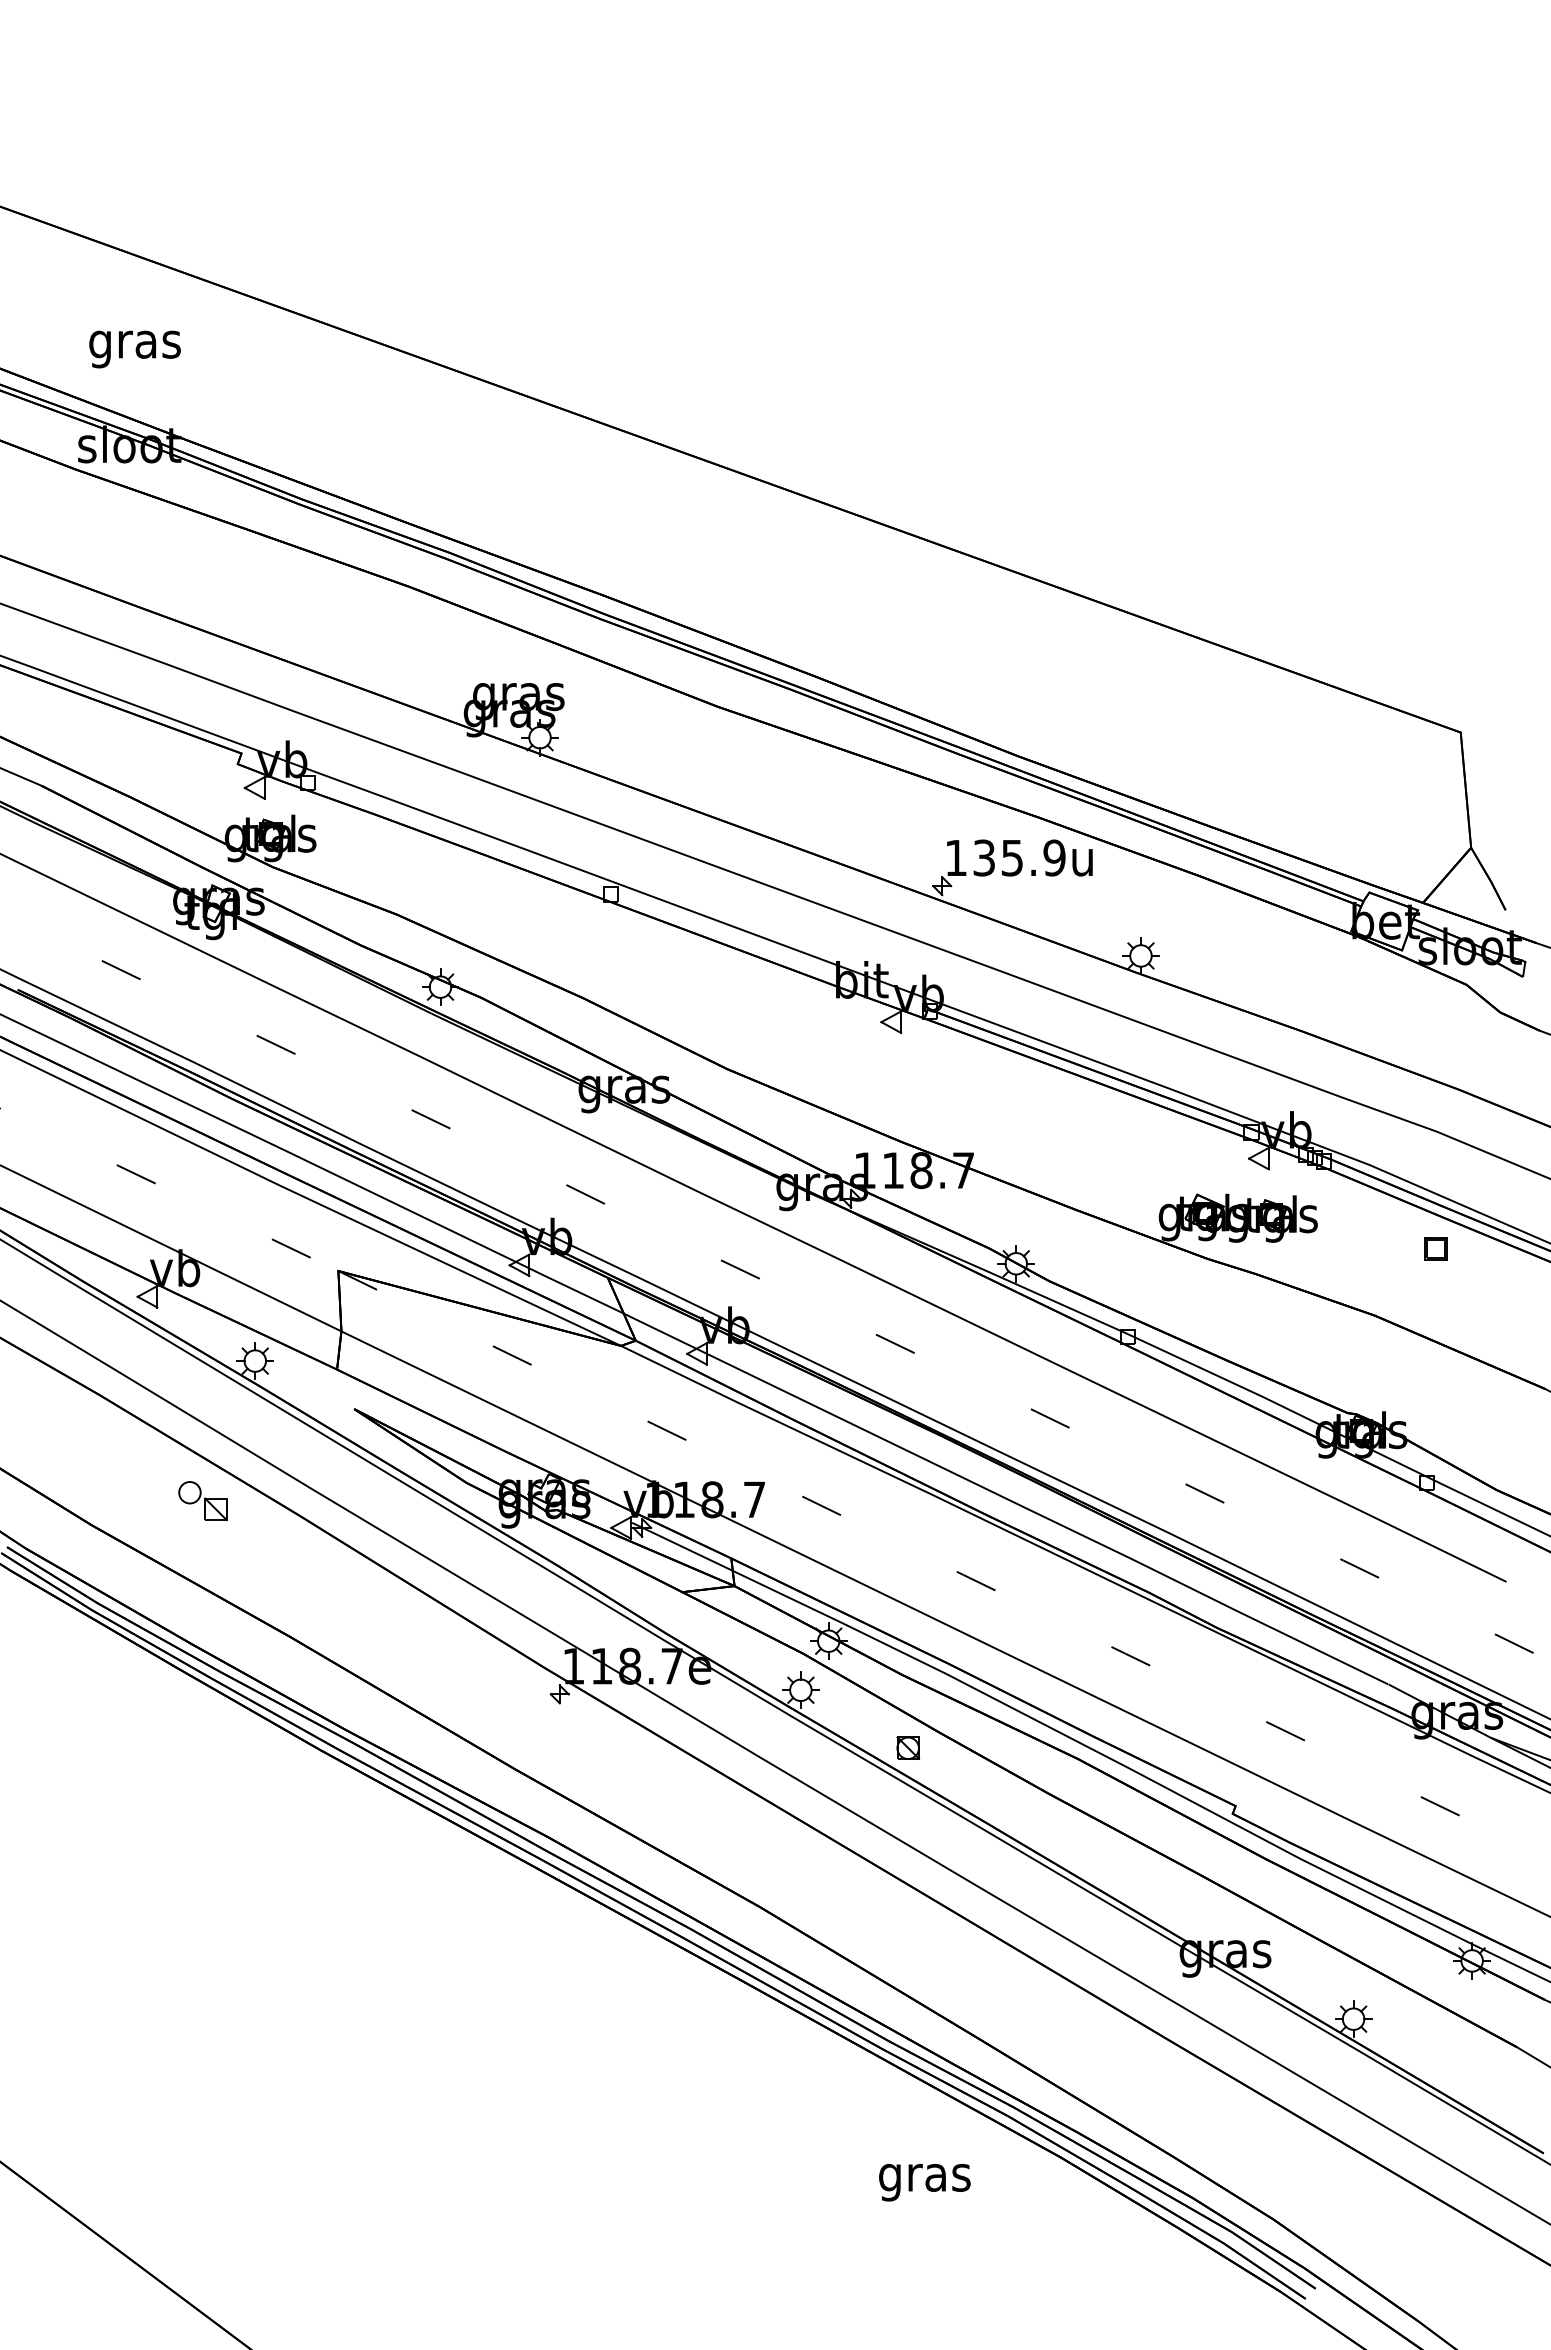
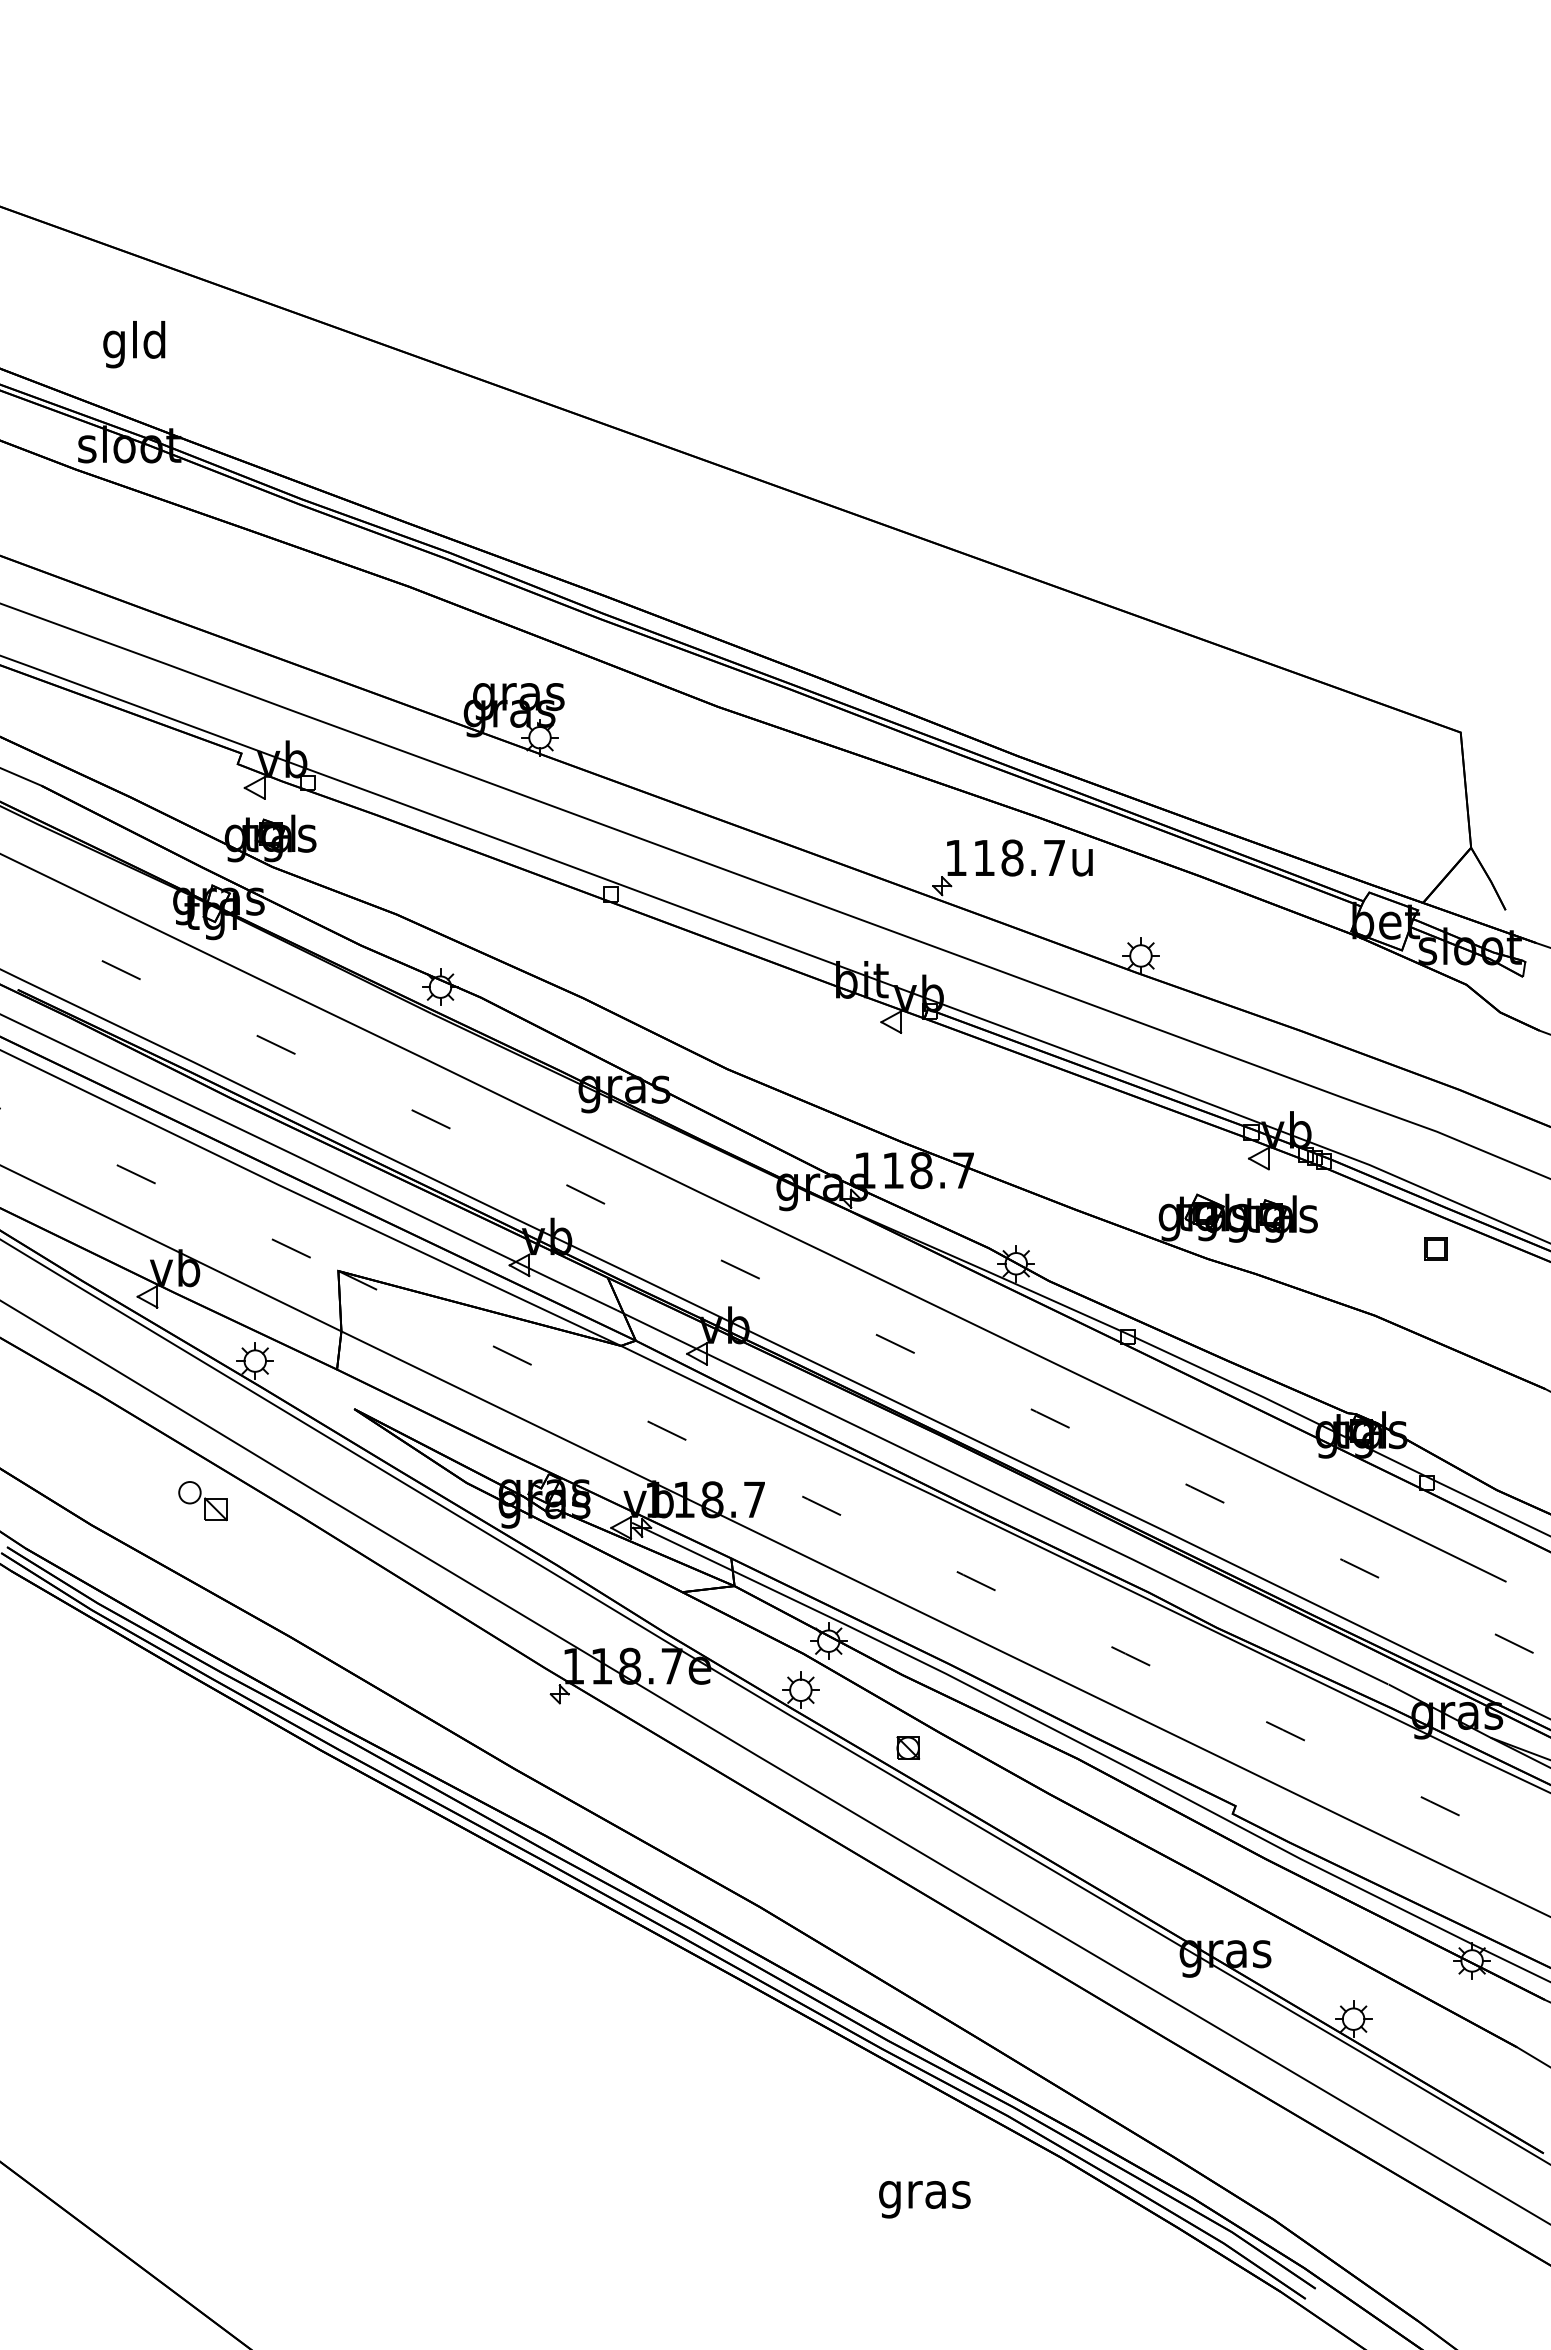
text at (134, 344): gras -> gld
text at (1019, 857): 135.9u -> 118.7u
text at (924, 2182) position: (924, 2182) -> (924, 2199)
